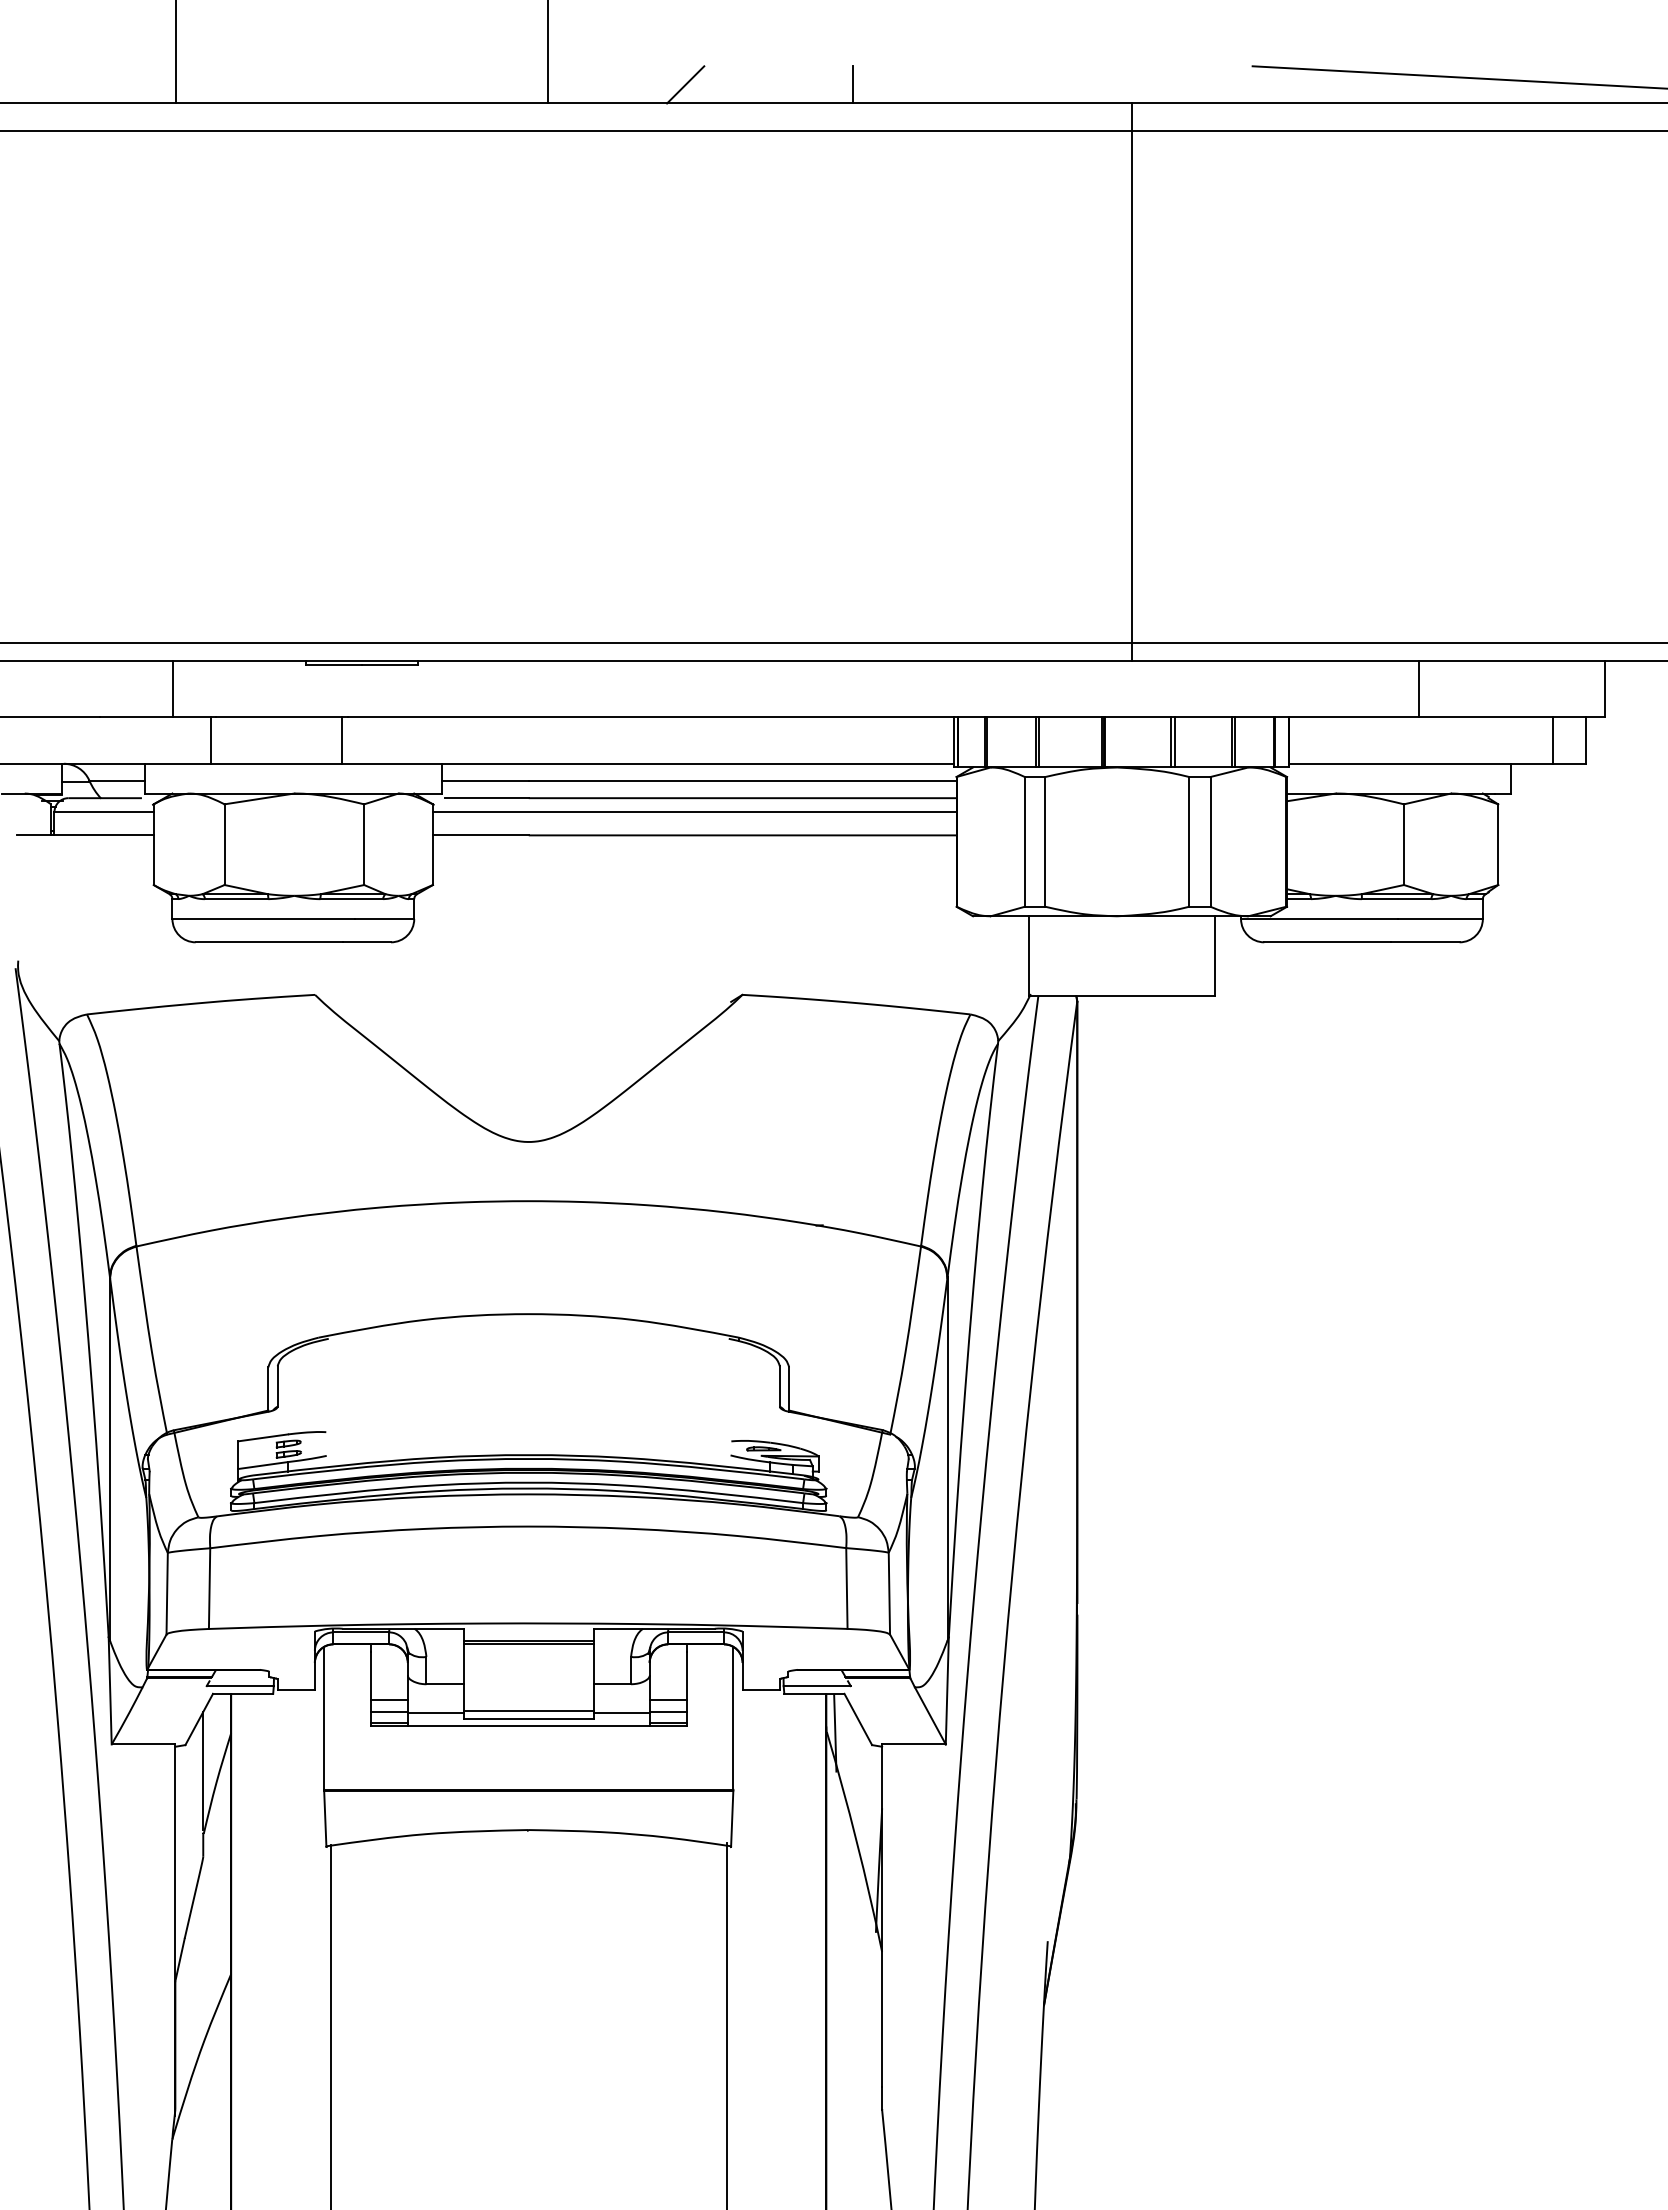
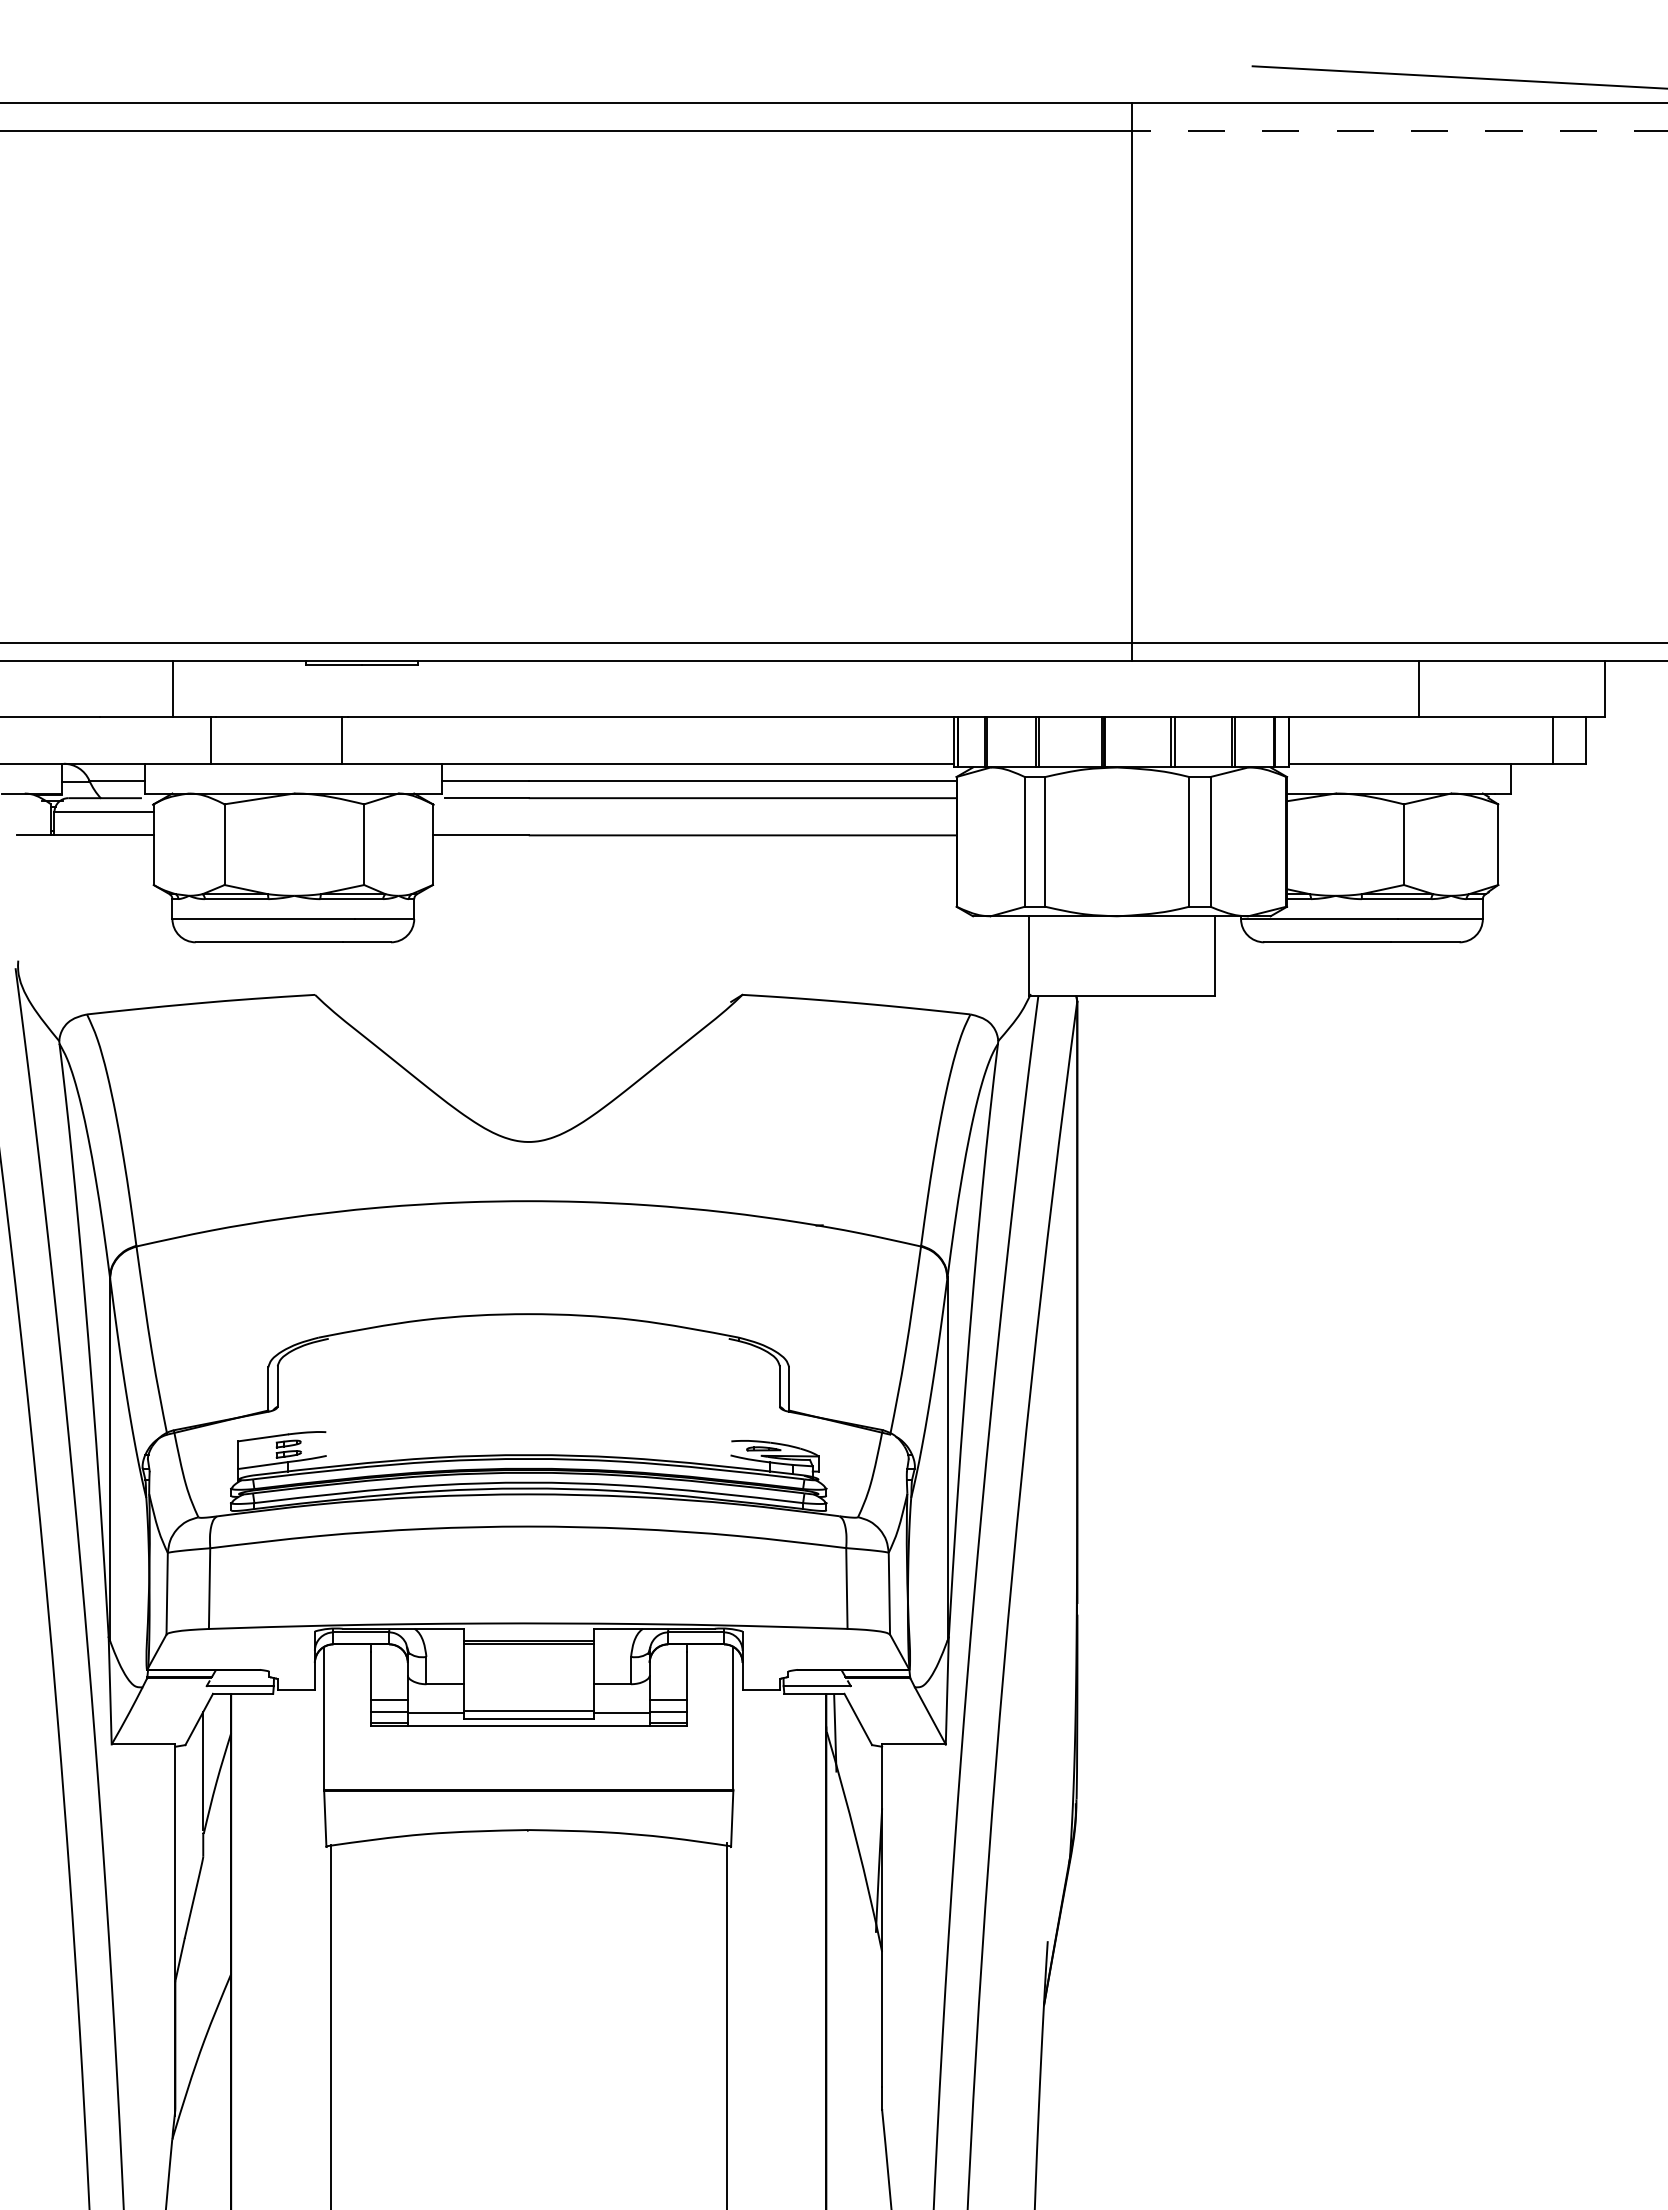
line at (175, 52): present -> none
line at (547, 52): present -> none
line at (685, 84): present -> none
line at (853, 84): present -> none
line at (1399, 131): solid -> dashed
line at (694, 812): present -> none
